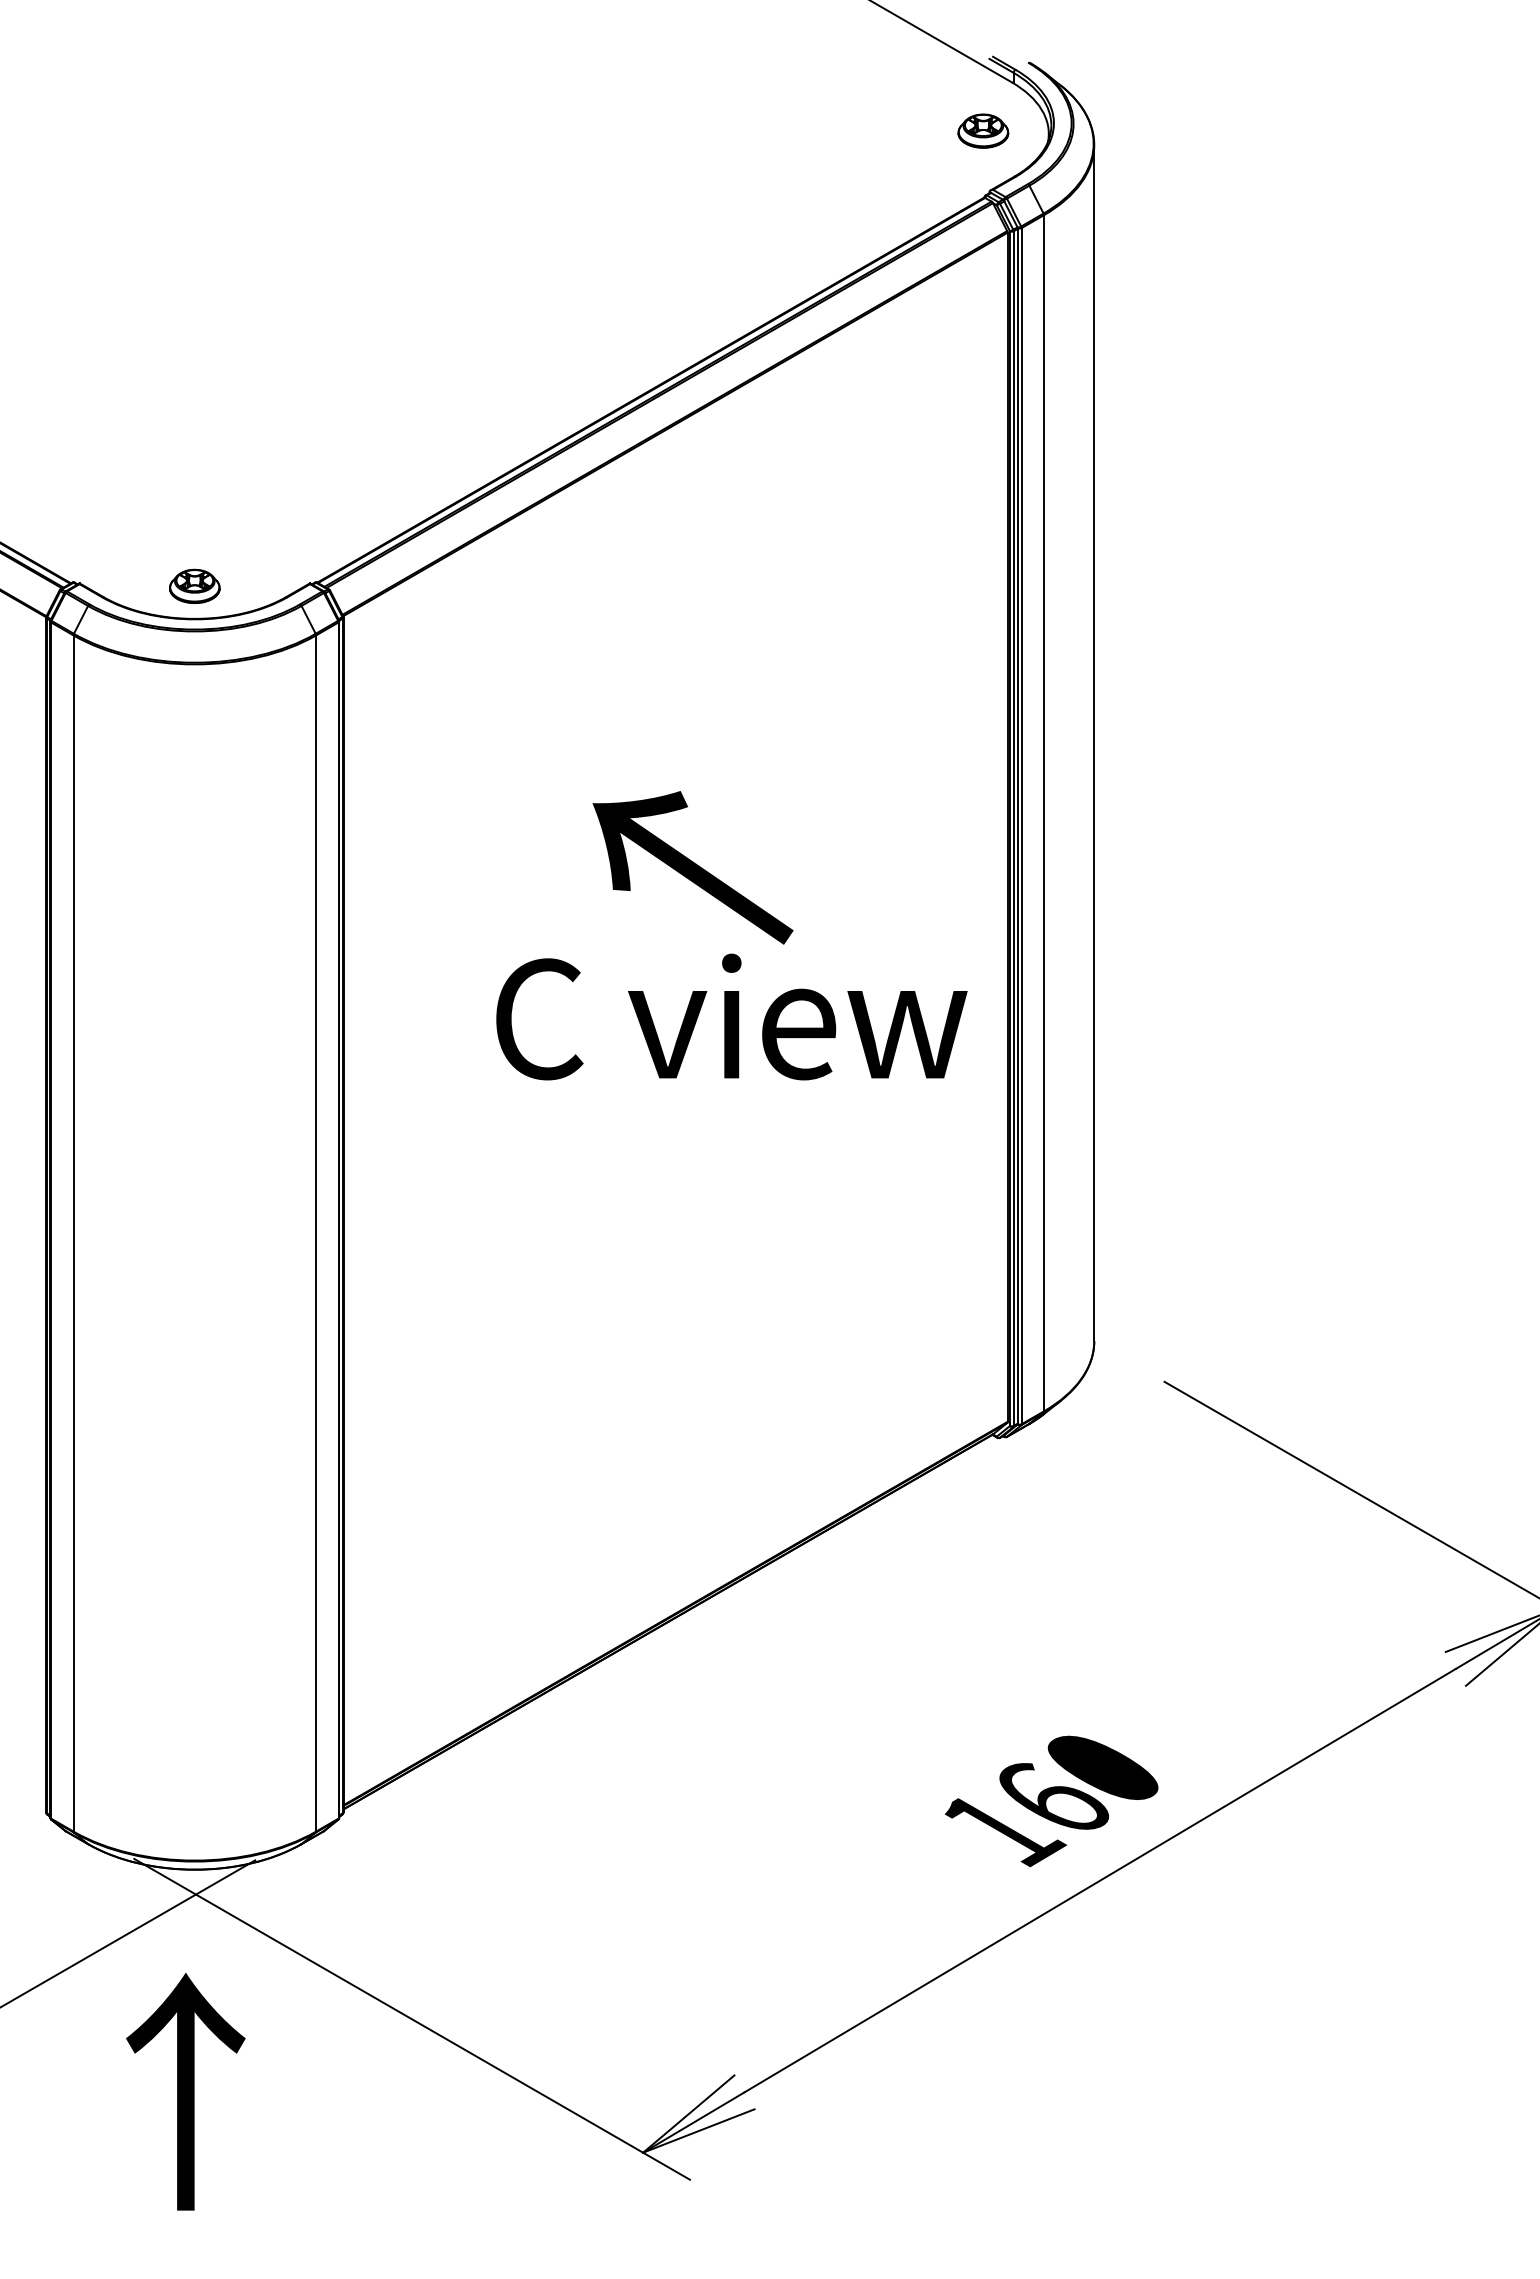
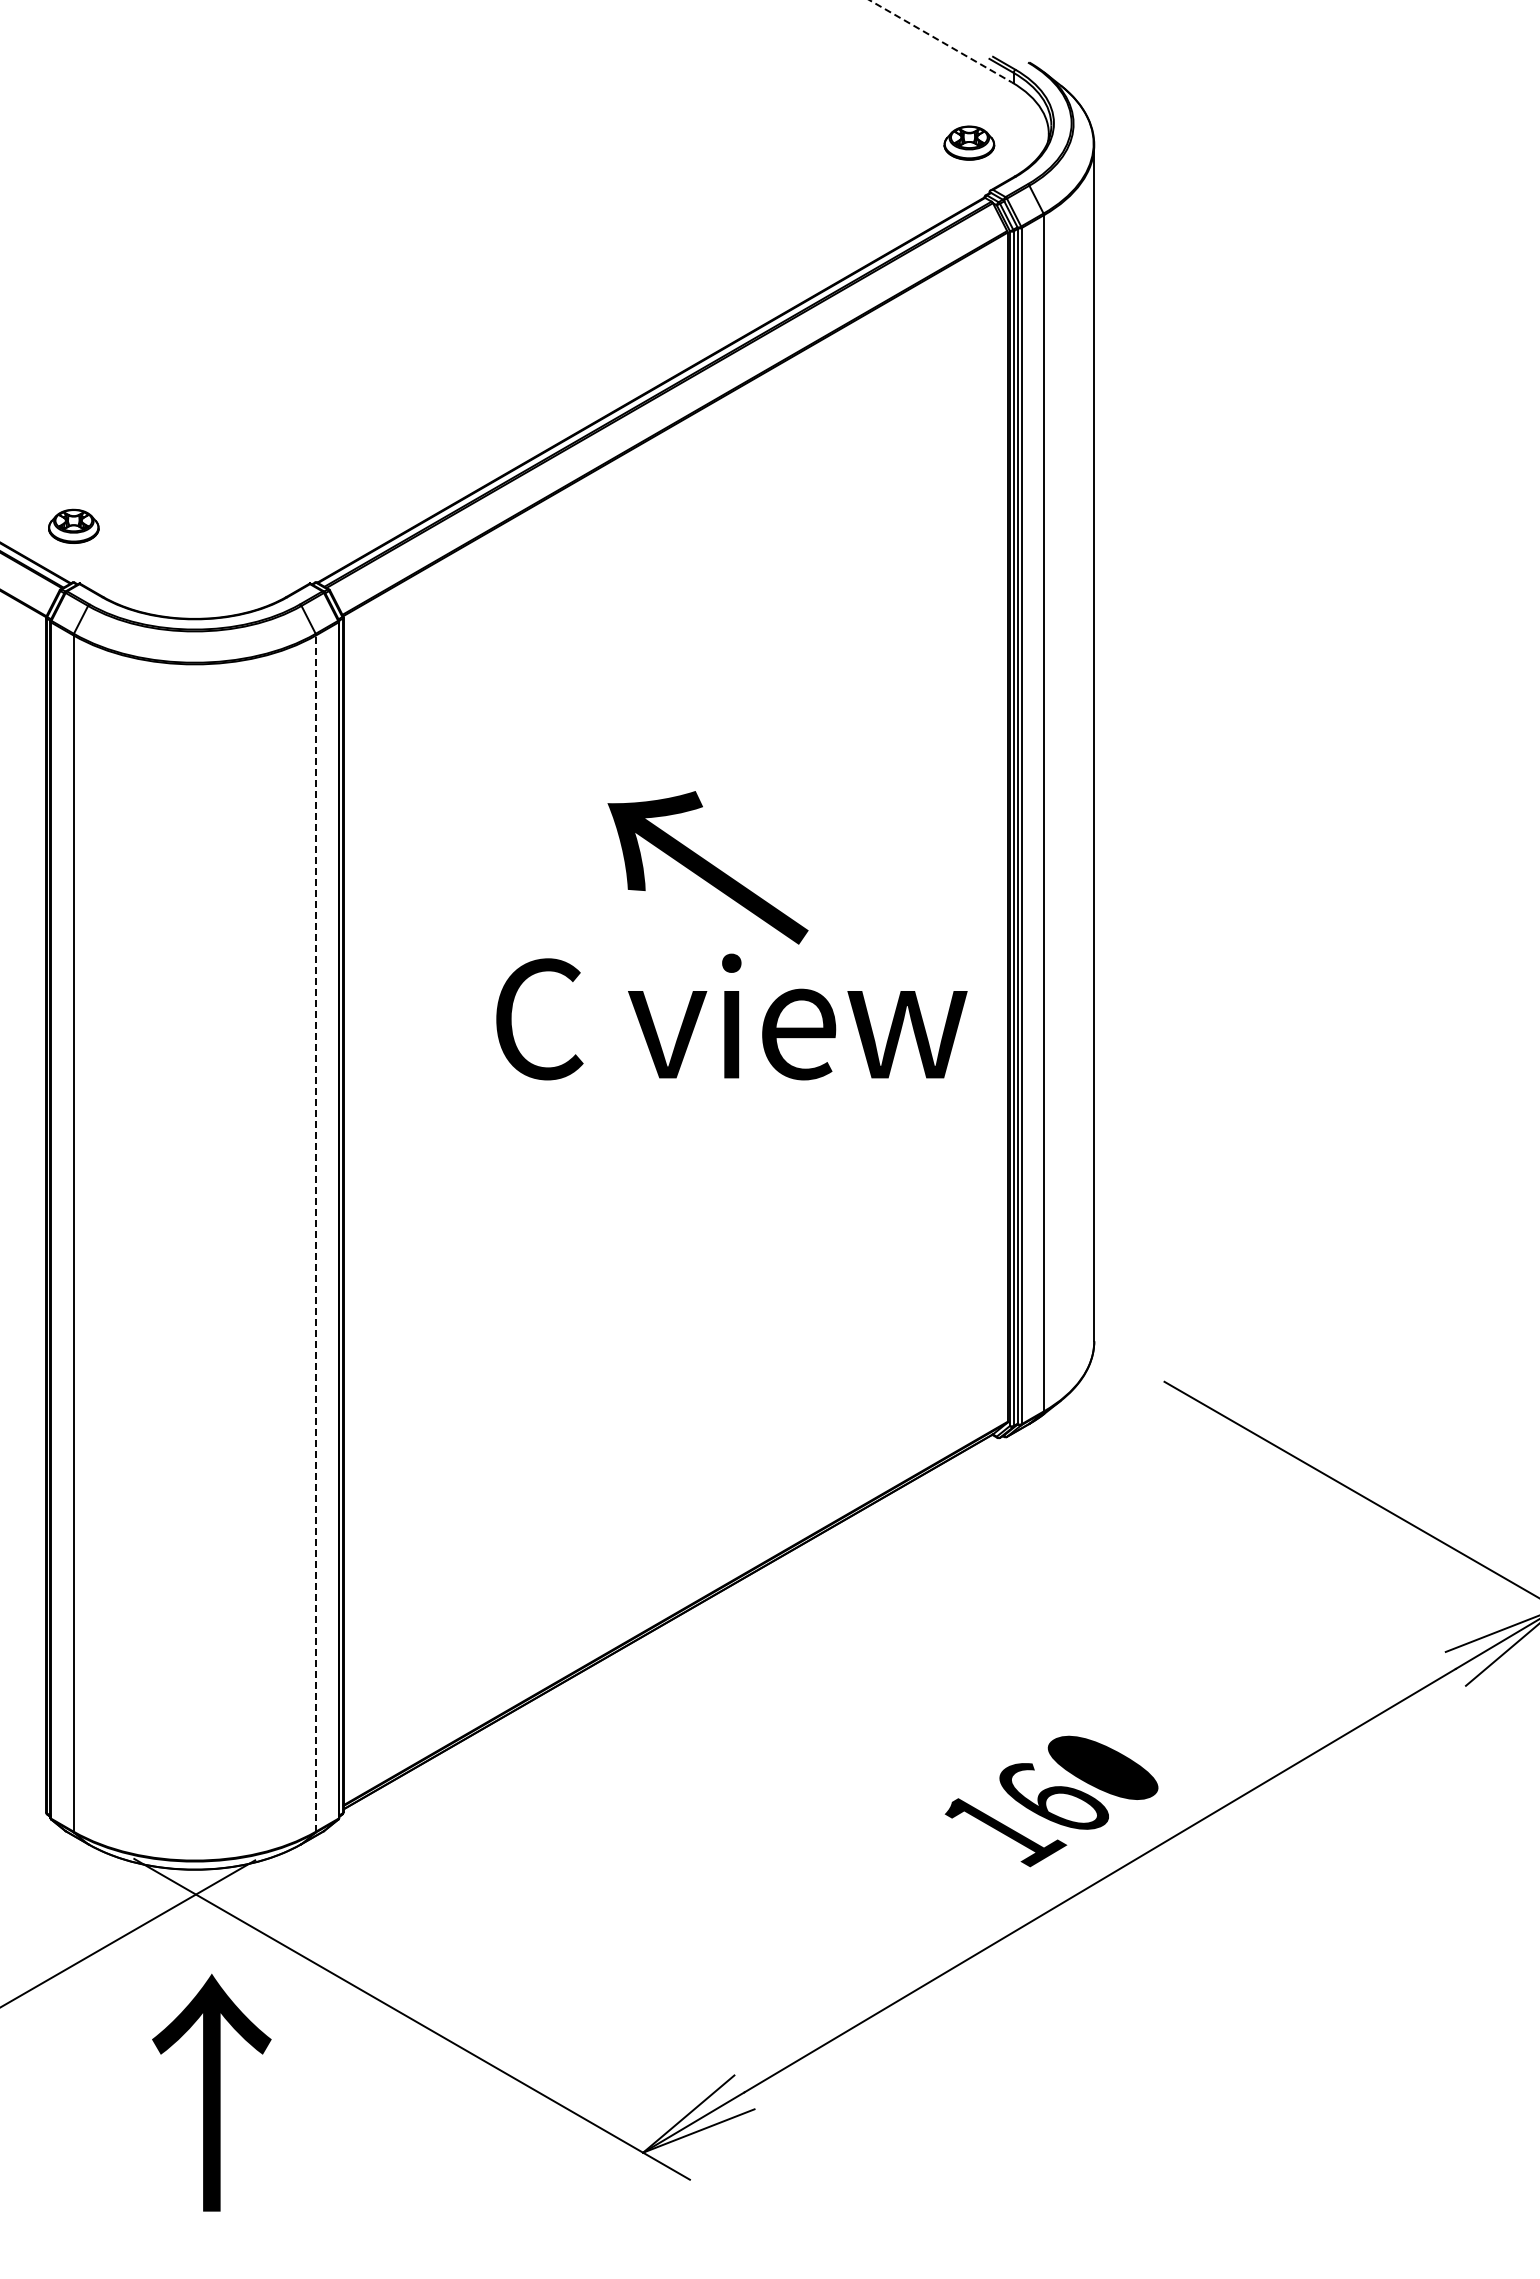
line at (940, 41): solid -> dashed
part at (983, 130) position: (983, 130) -> (969, 142)
part at (194, 585) position: (194, 585) -> (73, 525)
text at (692, 867) position: (692, 867) -> (707, 867)
line at (316, 1232): solid -> dashed
text at (185, 2091) position: (185, 2091) -> (211, 2092)
